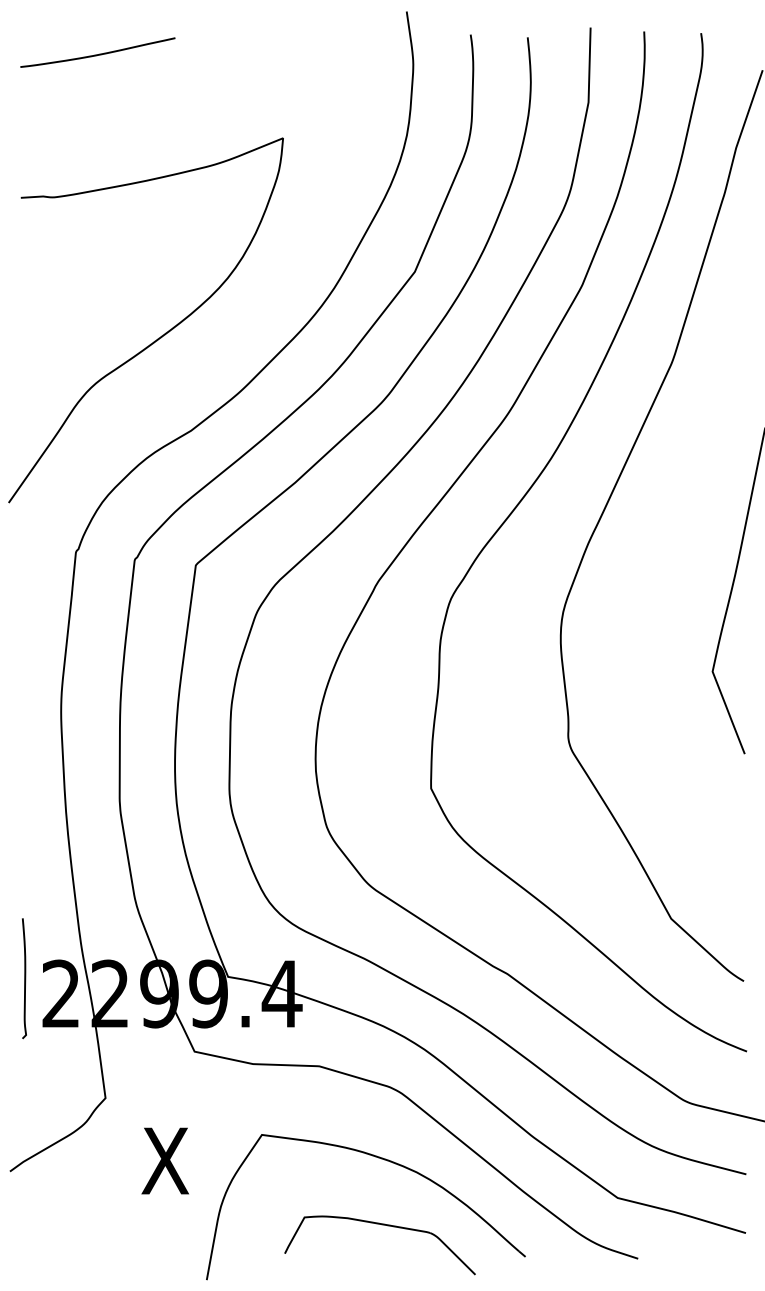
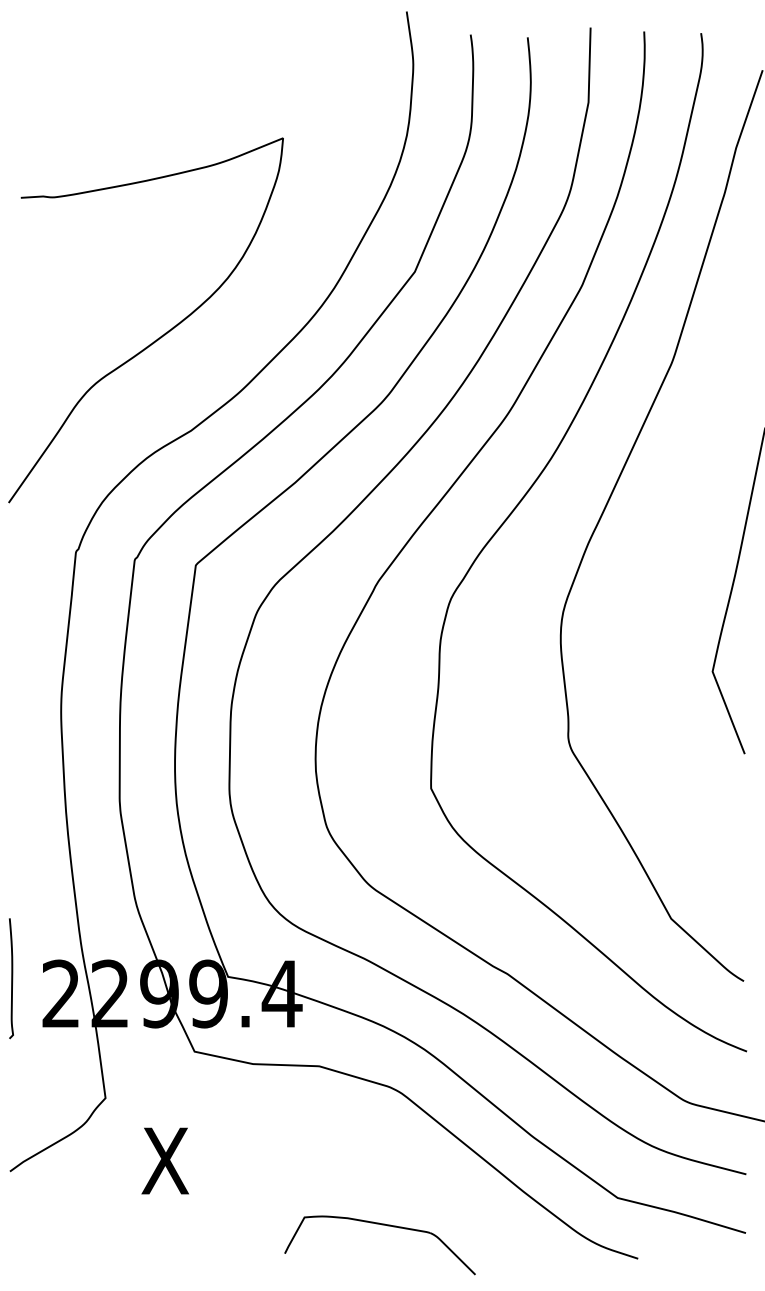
curve at (97, 54): present -> none
curve at (24, 978) position: (24, 978) -> (11, 978)
part at (381, 1159): present -> none
